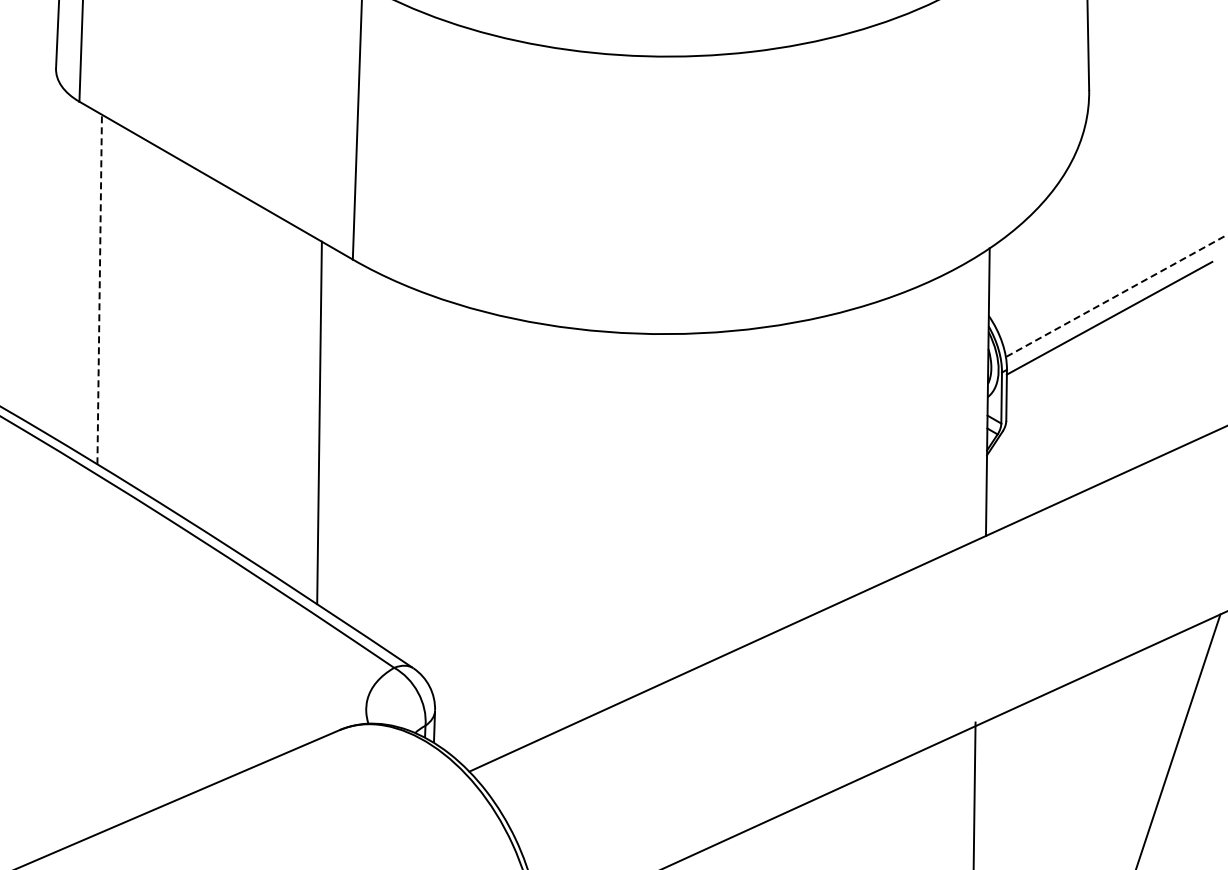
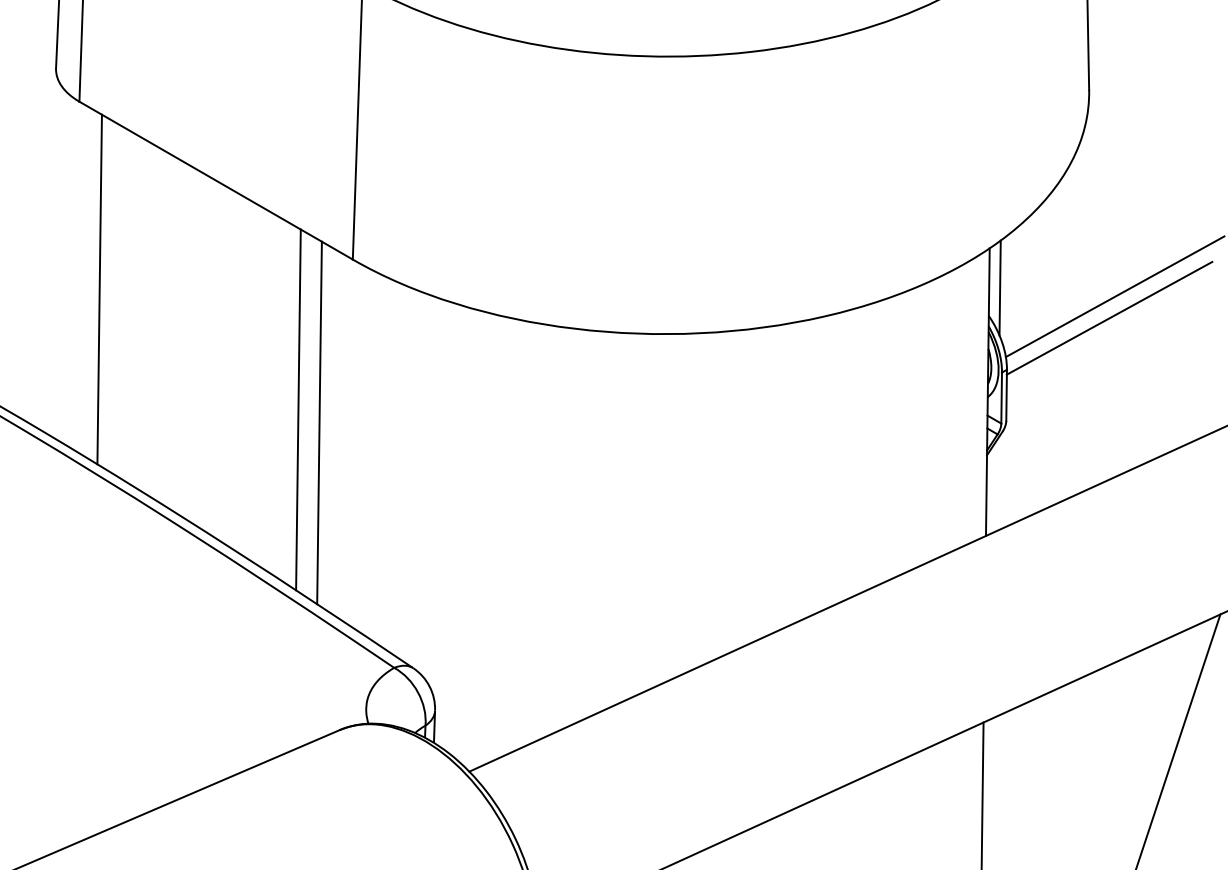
line at (999, 287): none -> present
line at (99, 289): dashed -> solid
line at (1115, 296): dashed -> solid
line at (298, 409): none -> present
line at (974, 794) position: (974, 794) -> (982, 794)
